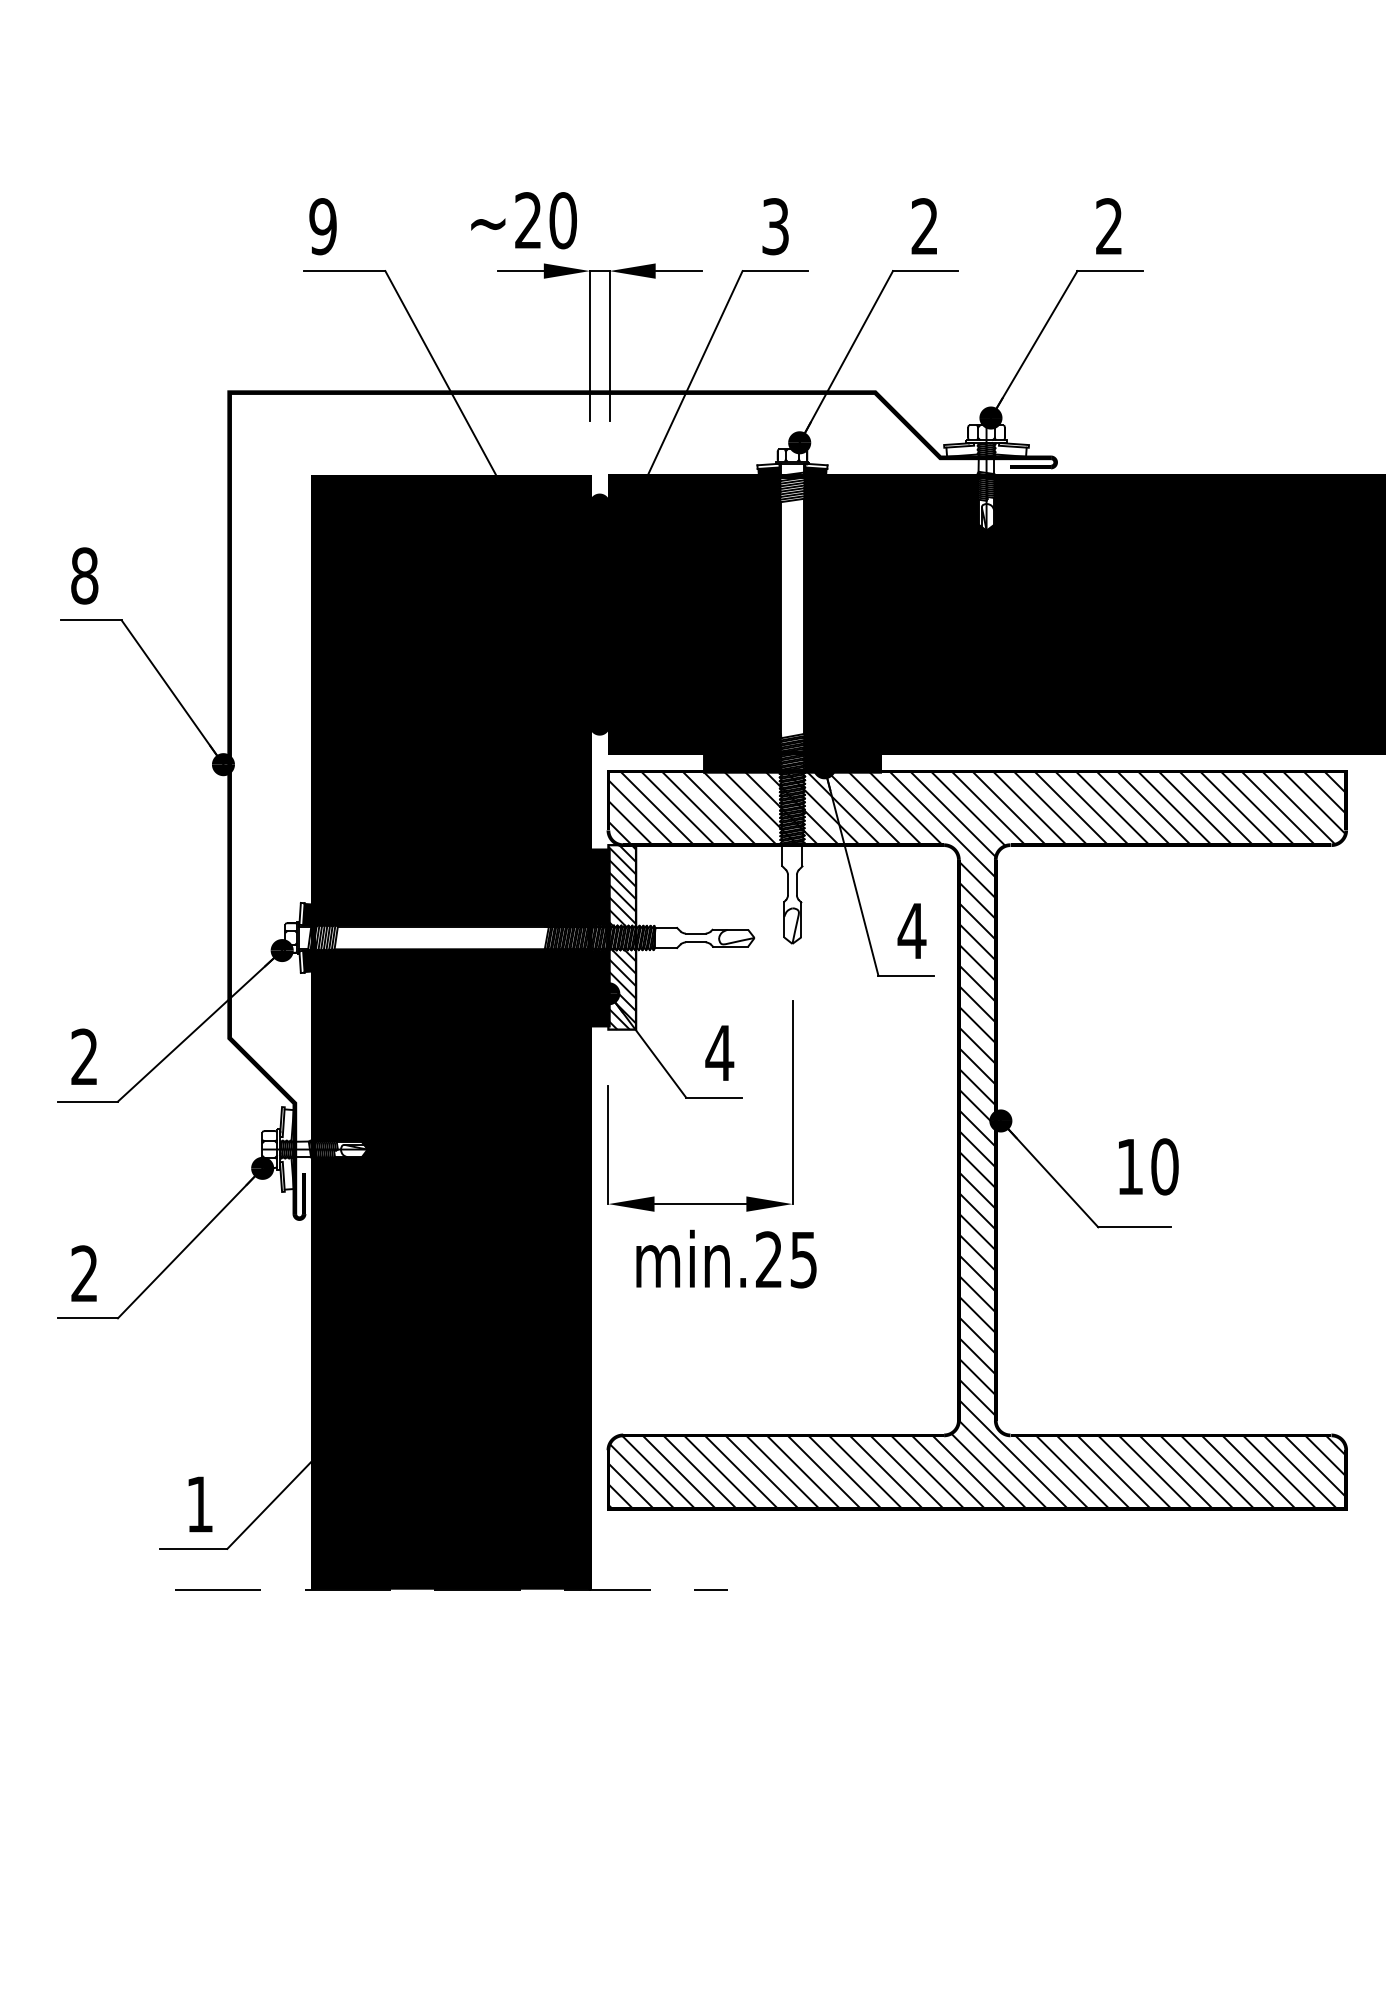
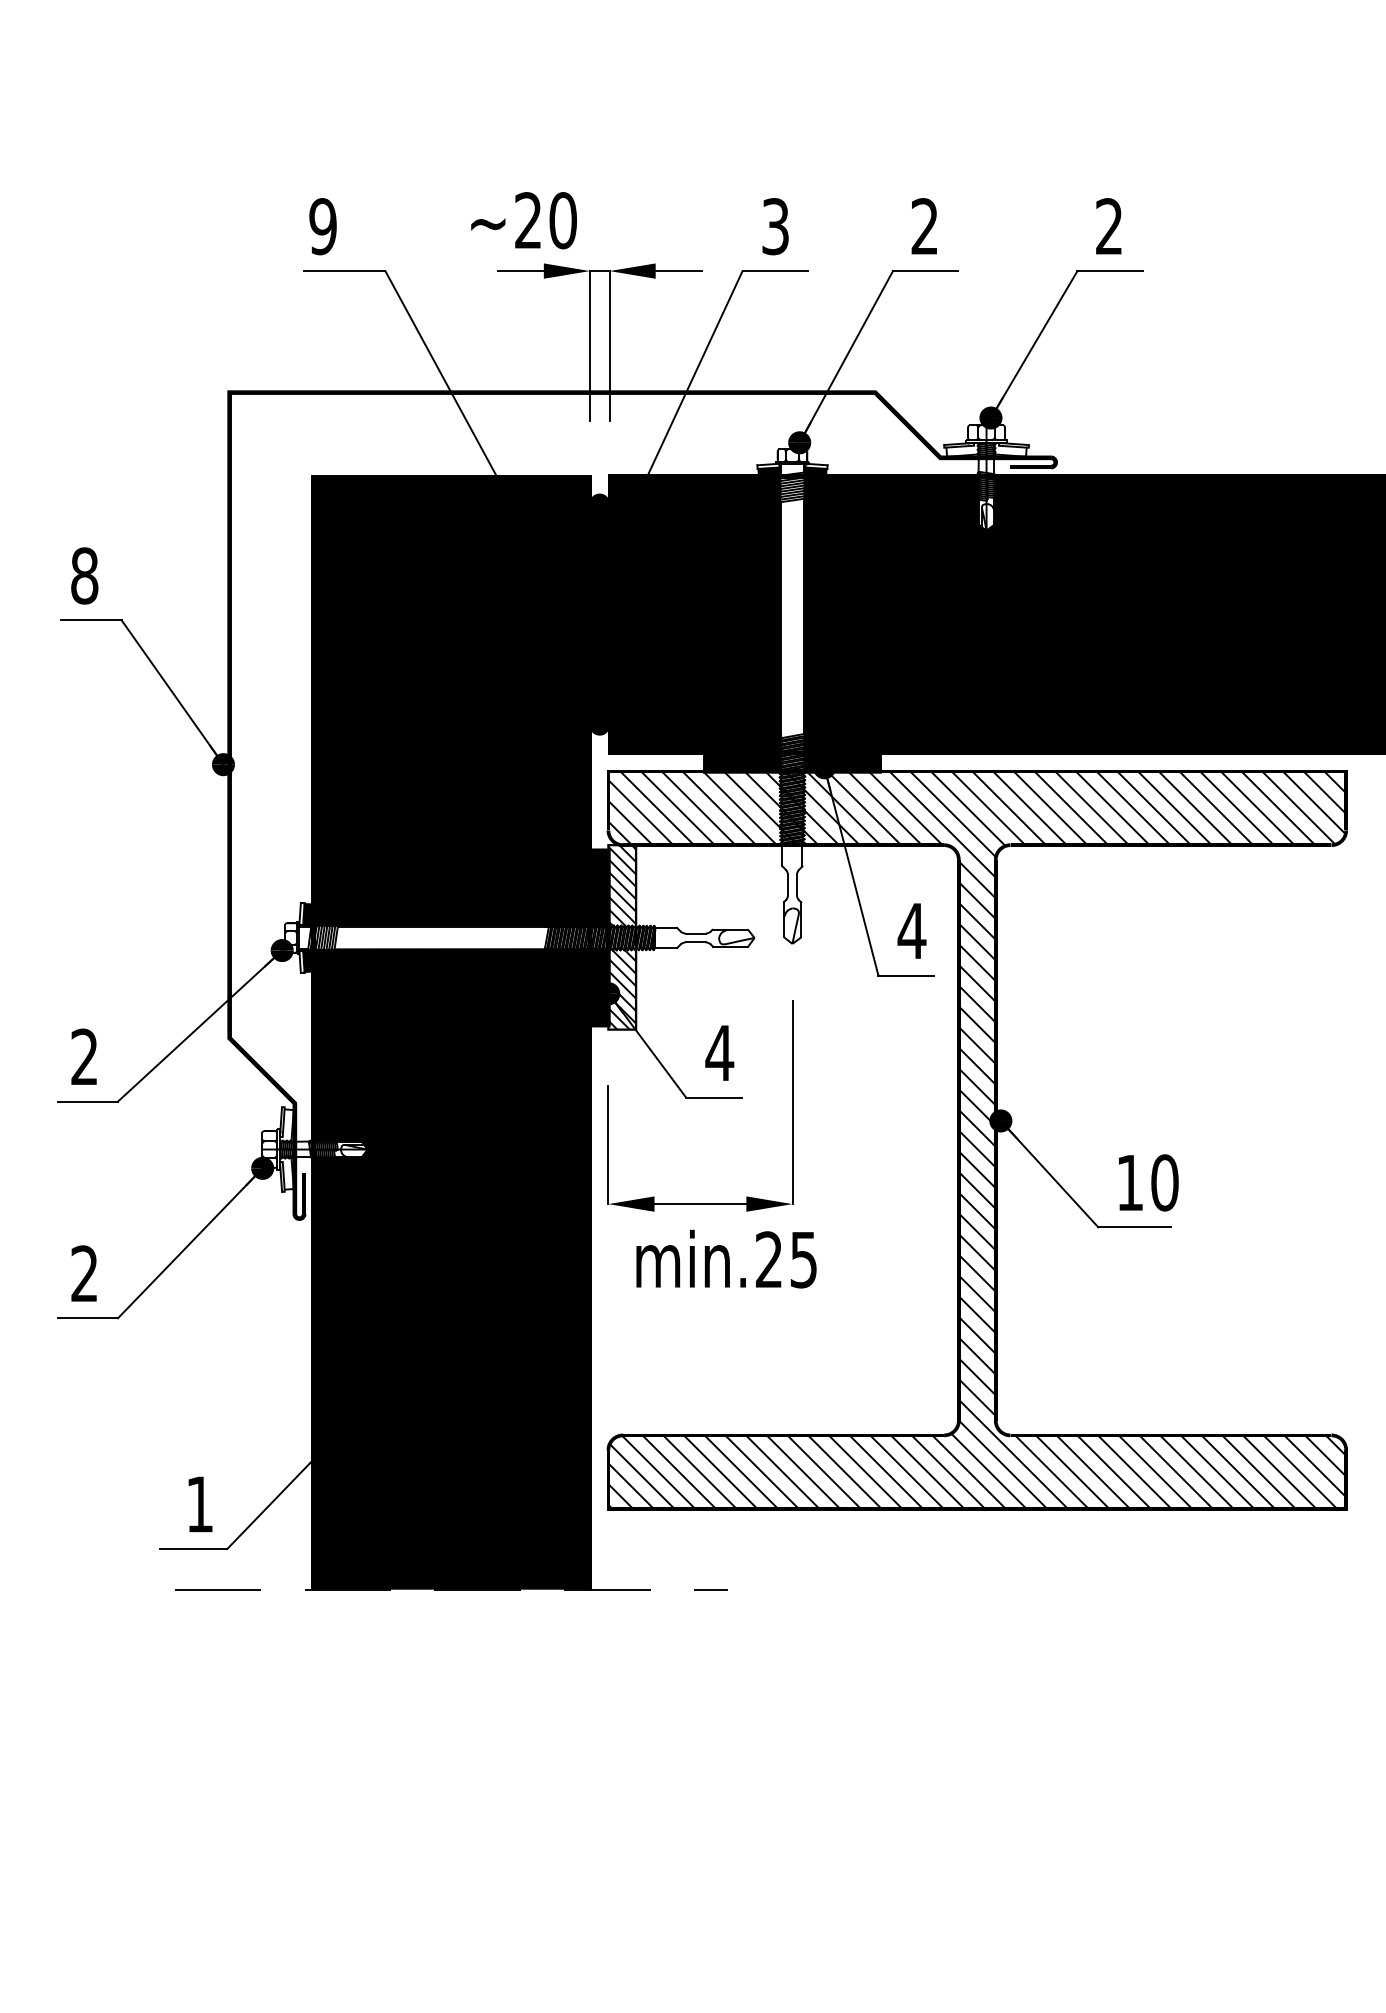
text at (1148, 1166) position: (1148, 1166) -> (1148, 1182)
